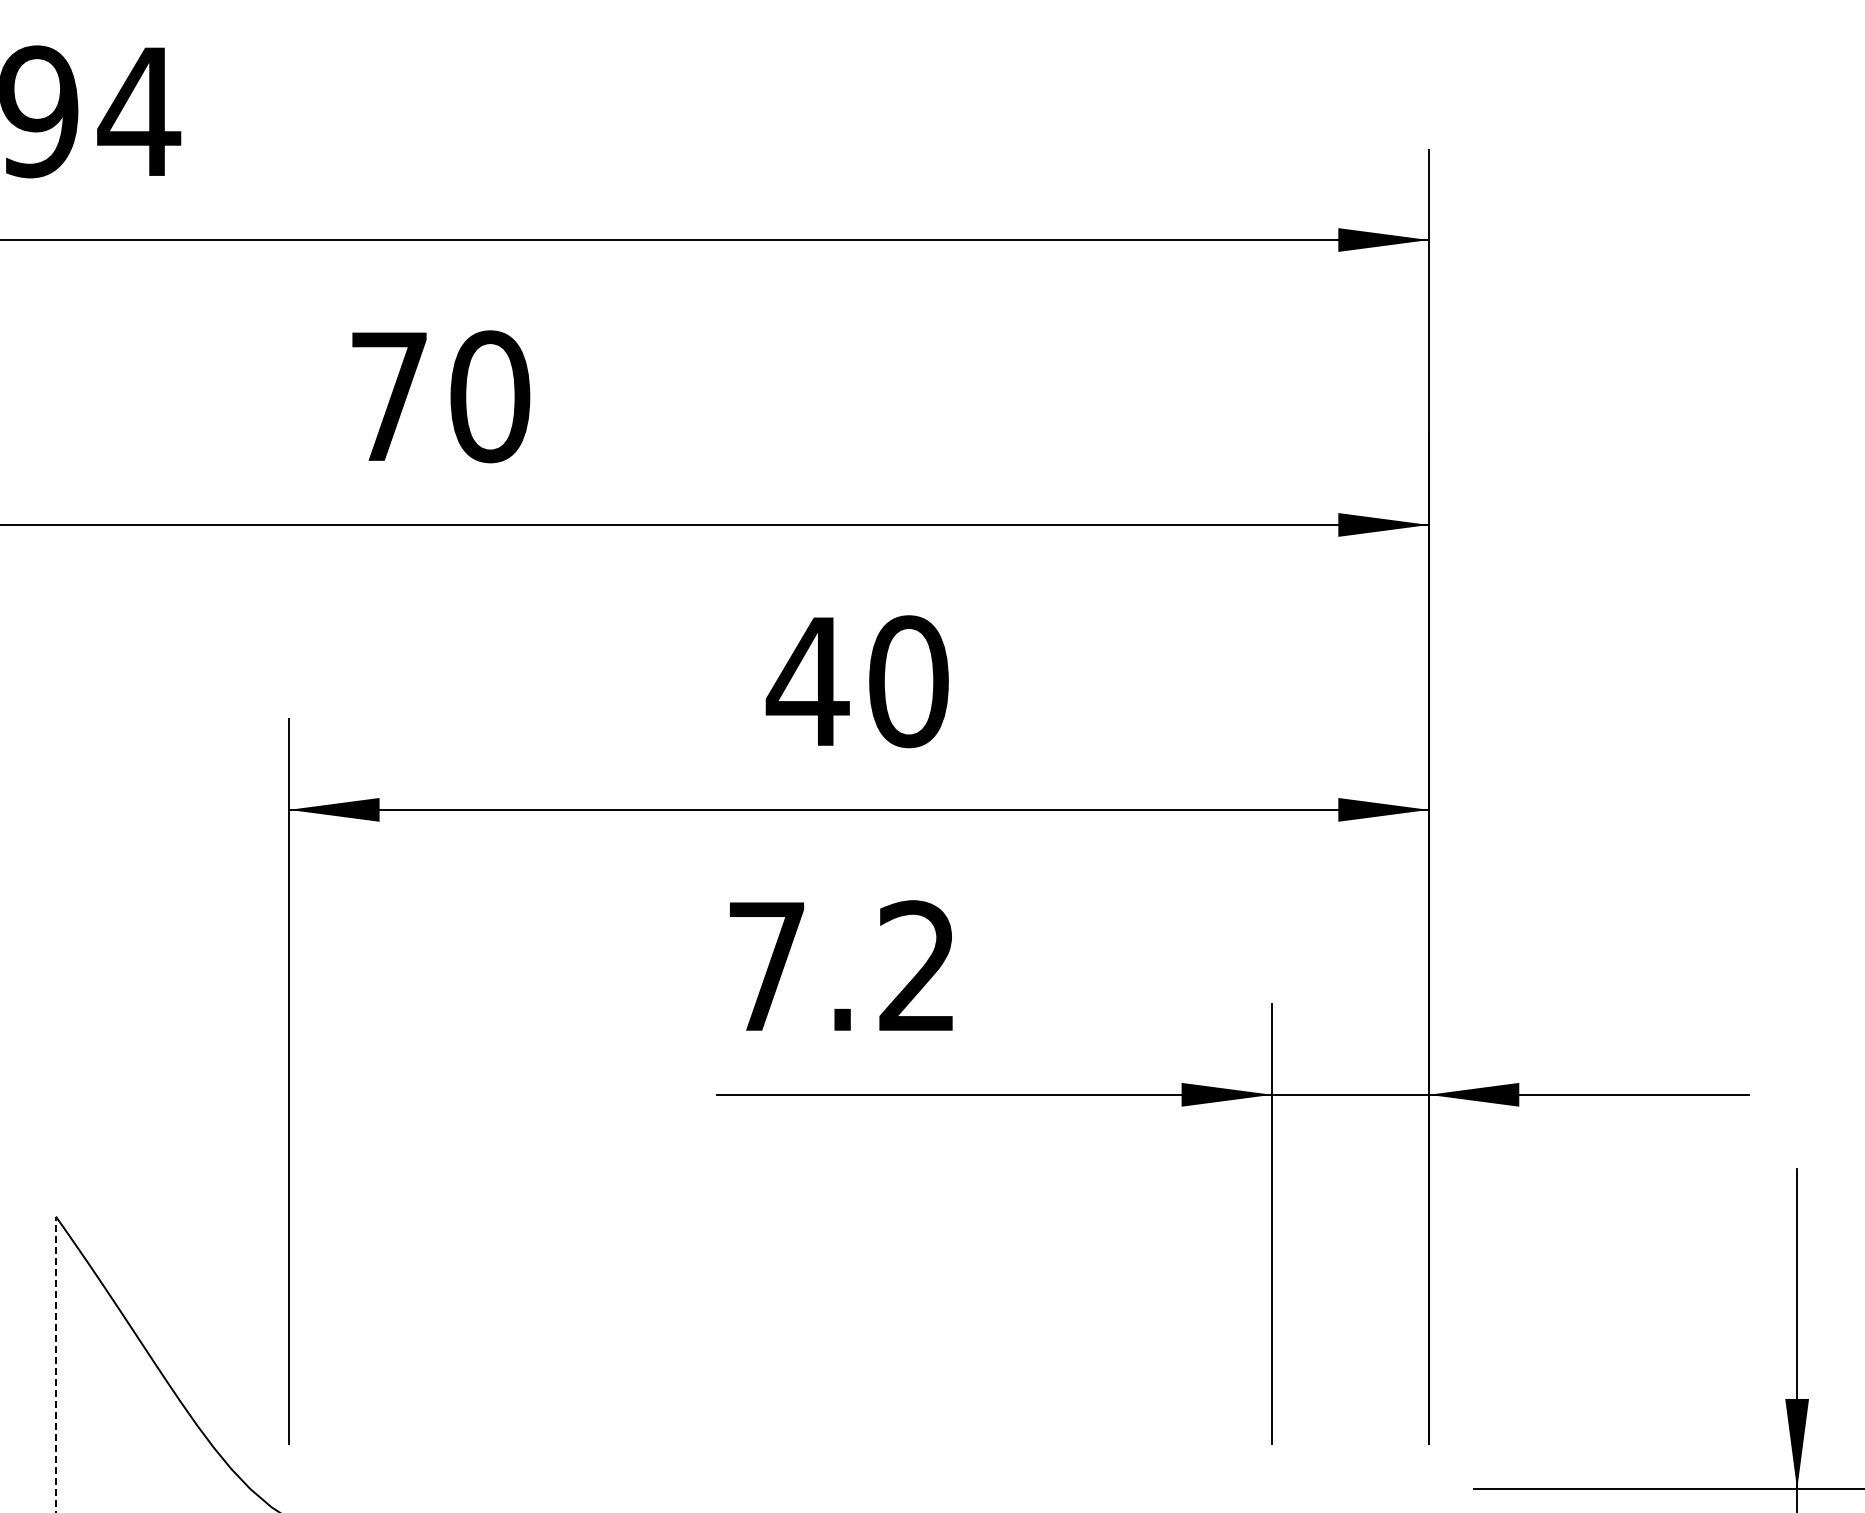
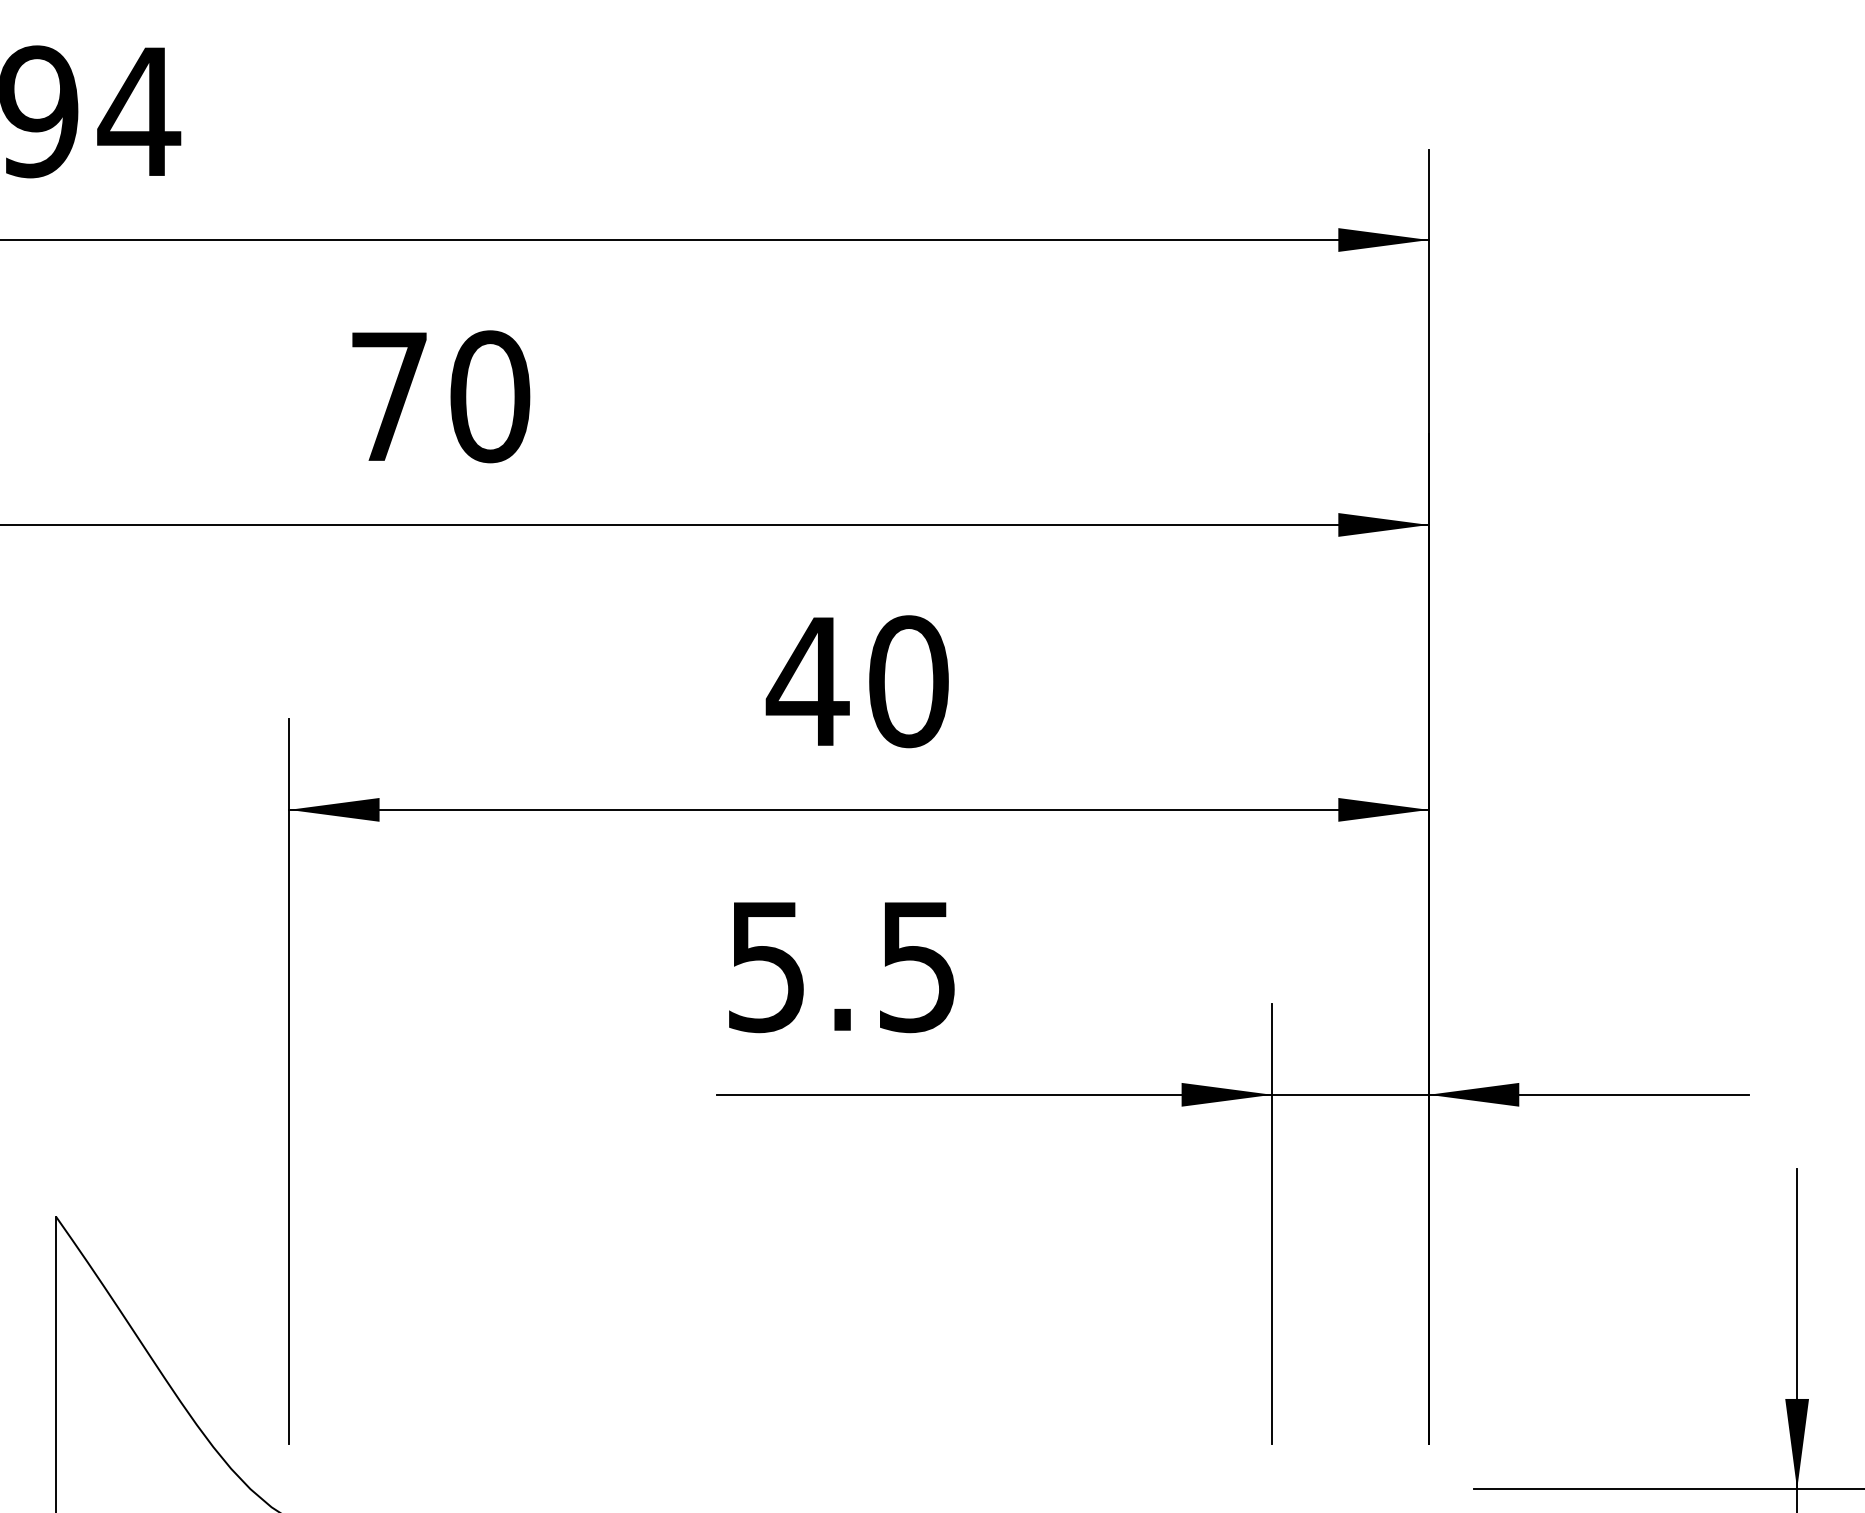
text at (841, 966): 7.2 -> 5.5
line at (55, 1364): dashed -> solid
